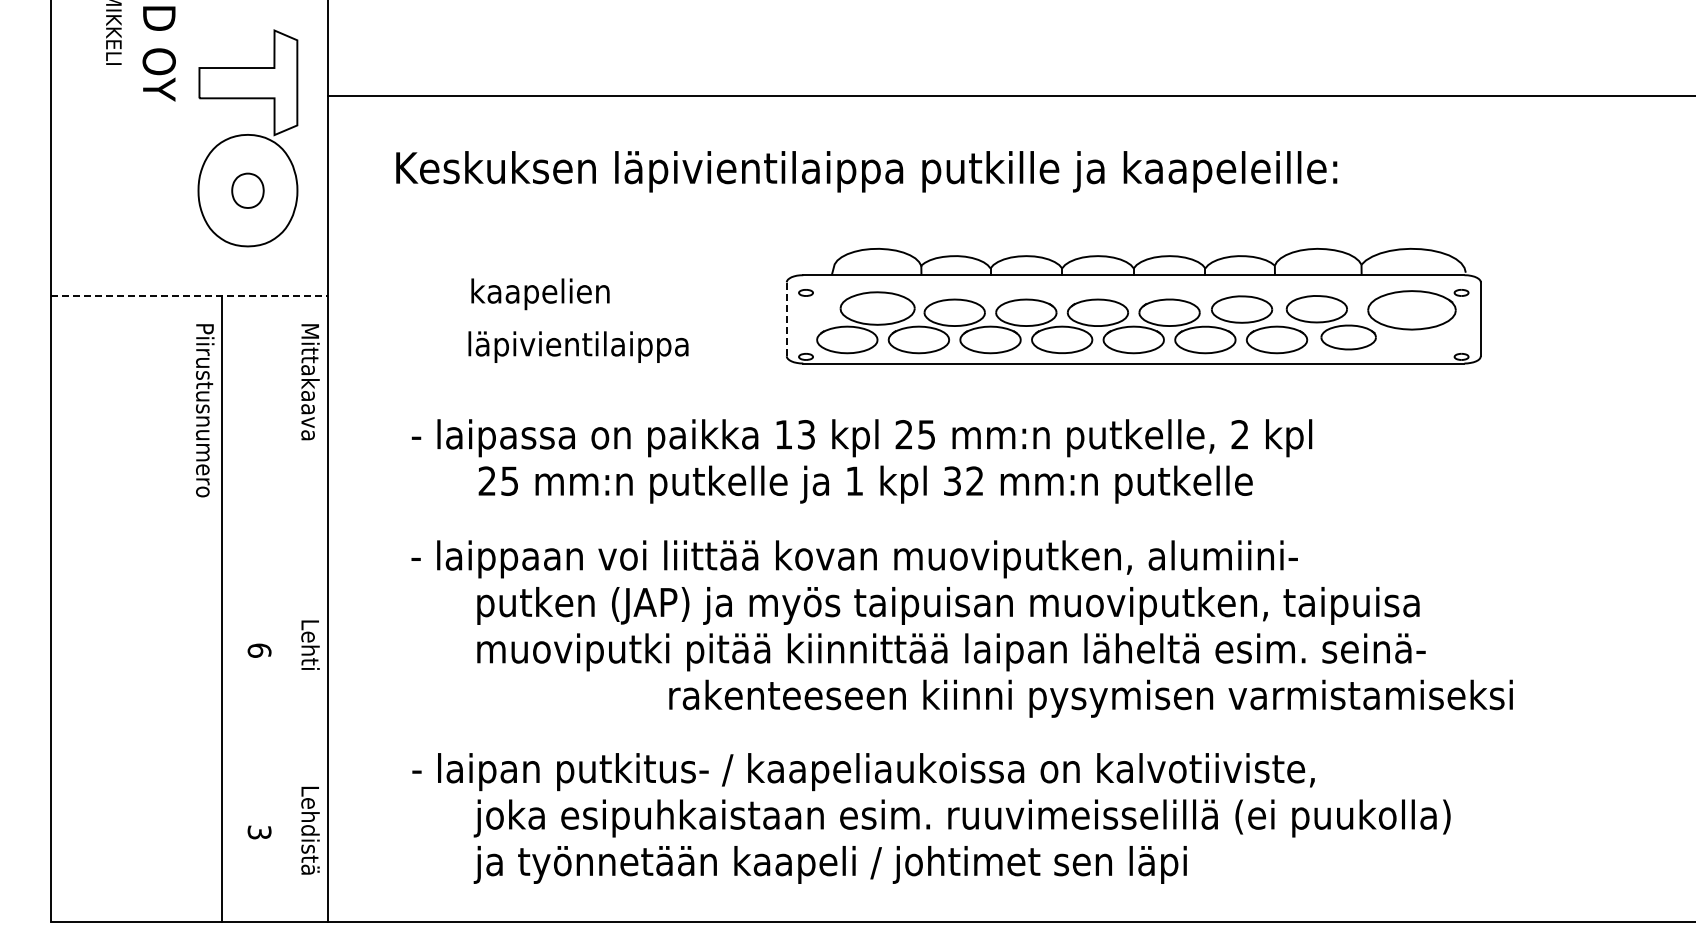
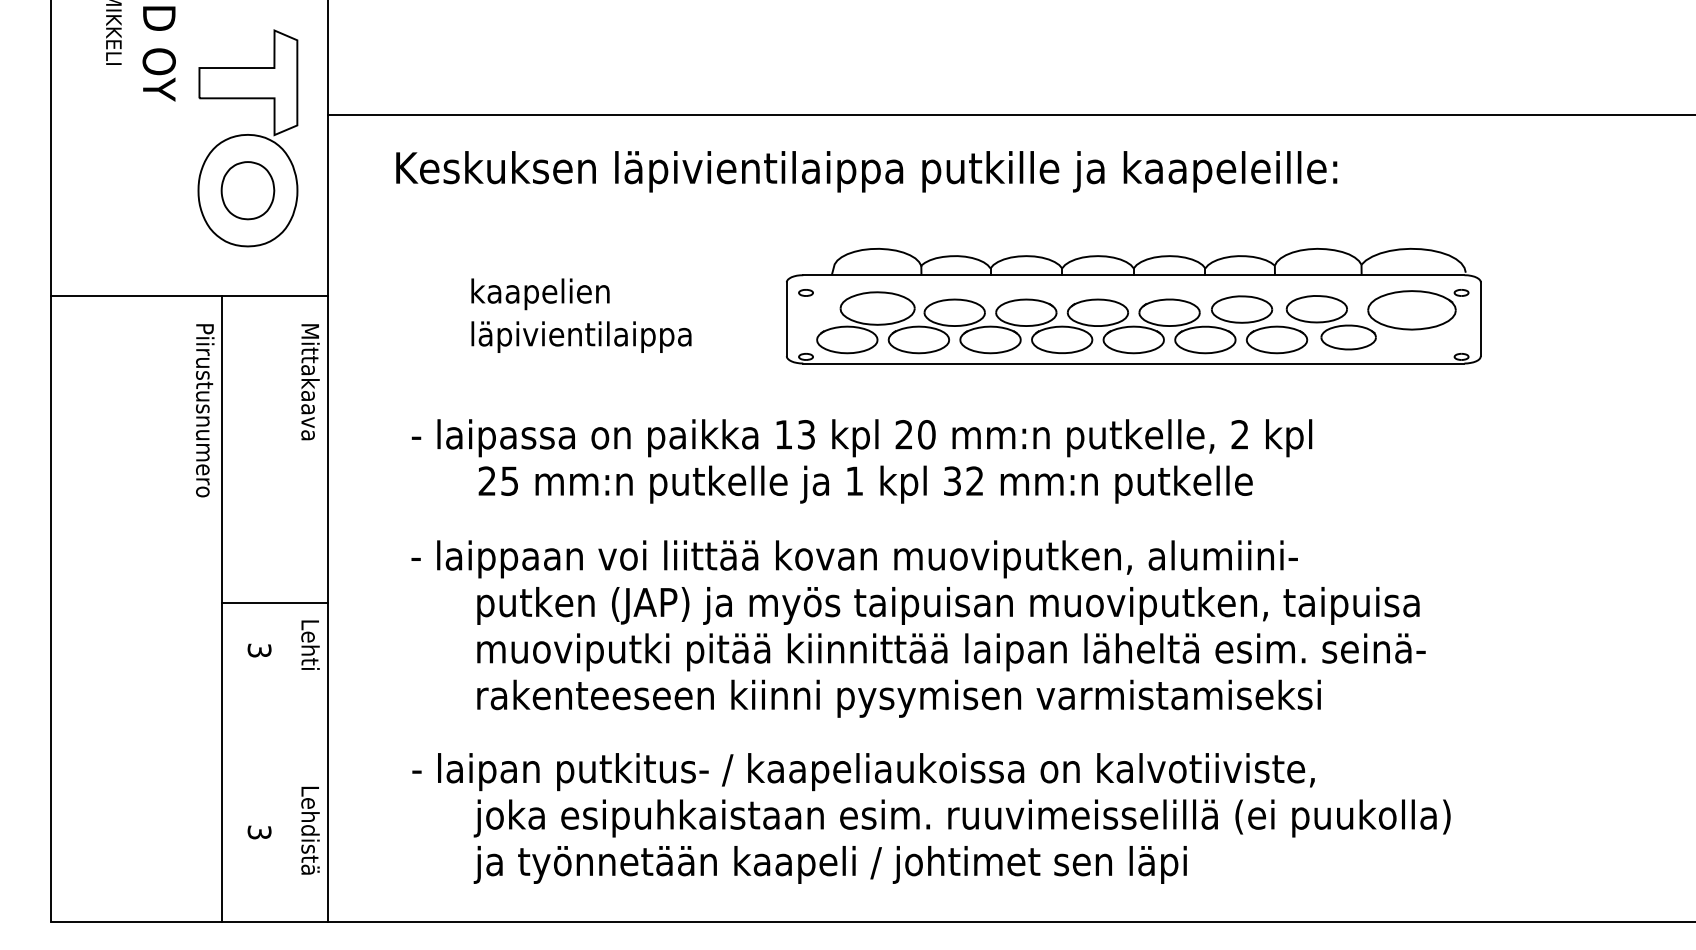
line at (1010, 95) position: (1010, 95) -> (1010, 114)
part at (247, 190) size: 34x37 px -> 56x60 px
line at (189, 296): dashed -> solid
line at (786, 319): dashed -> solid
text at (578, 346) position: (578, 346) -> (581, 336)
text at (926, 434): 25 -> 20
line at (275, 603): none -> present
text at (259, 650): 6 -> 3
text at (1090, 698) position: (1090, 698) -> (898, 698)
